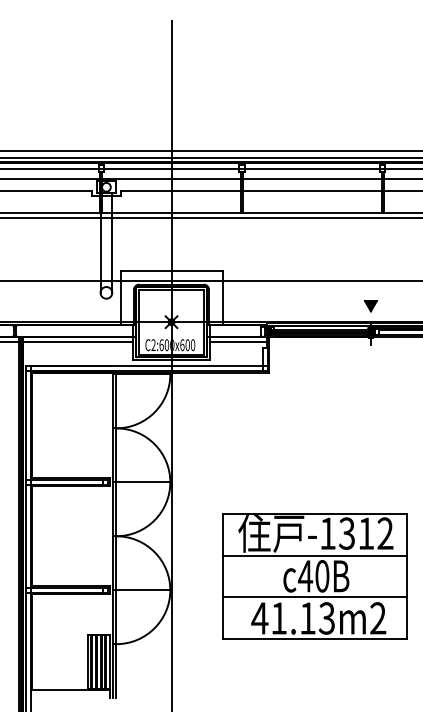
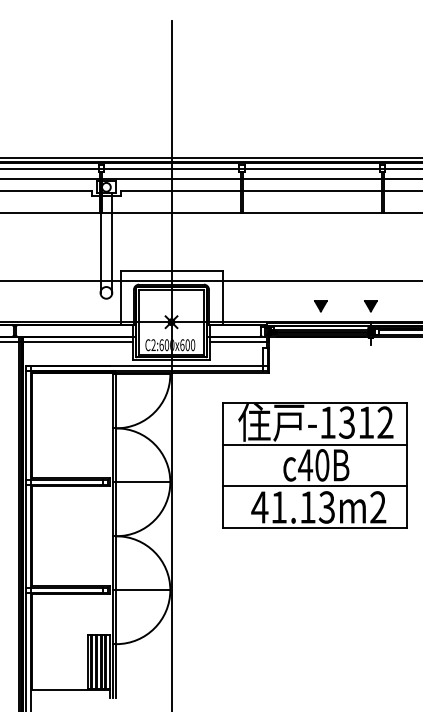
line at (210, 150): present -> none
line at (210, 217): present -> none
part at (320, 306): none -> present
part at (314, 576) position: (314, 576) -> (314, 465)
